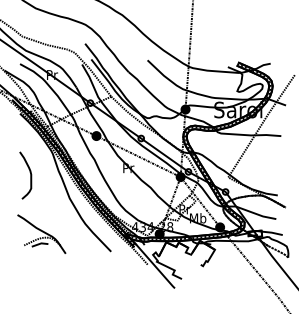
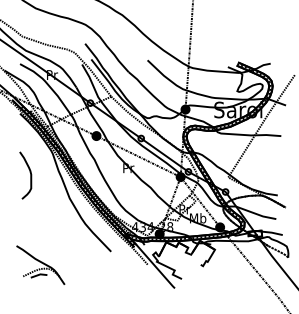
part at (41, 233) position: (41, 233) -> (40, 264)
